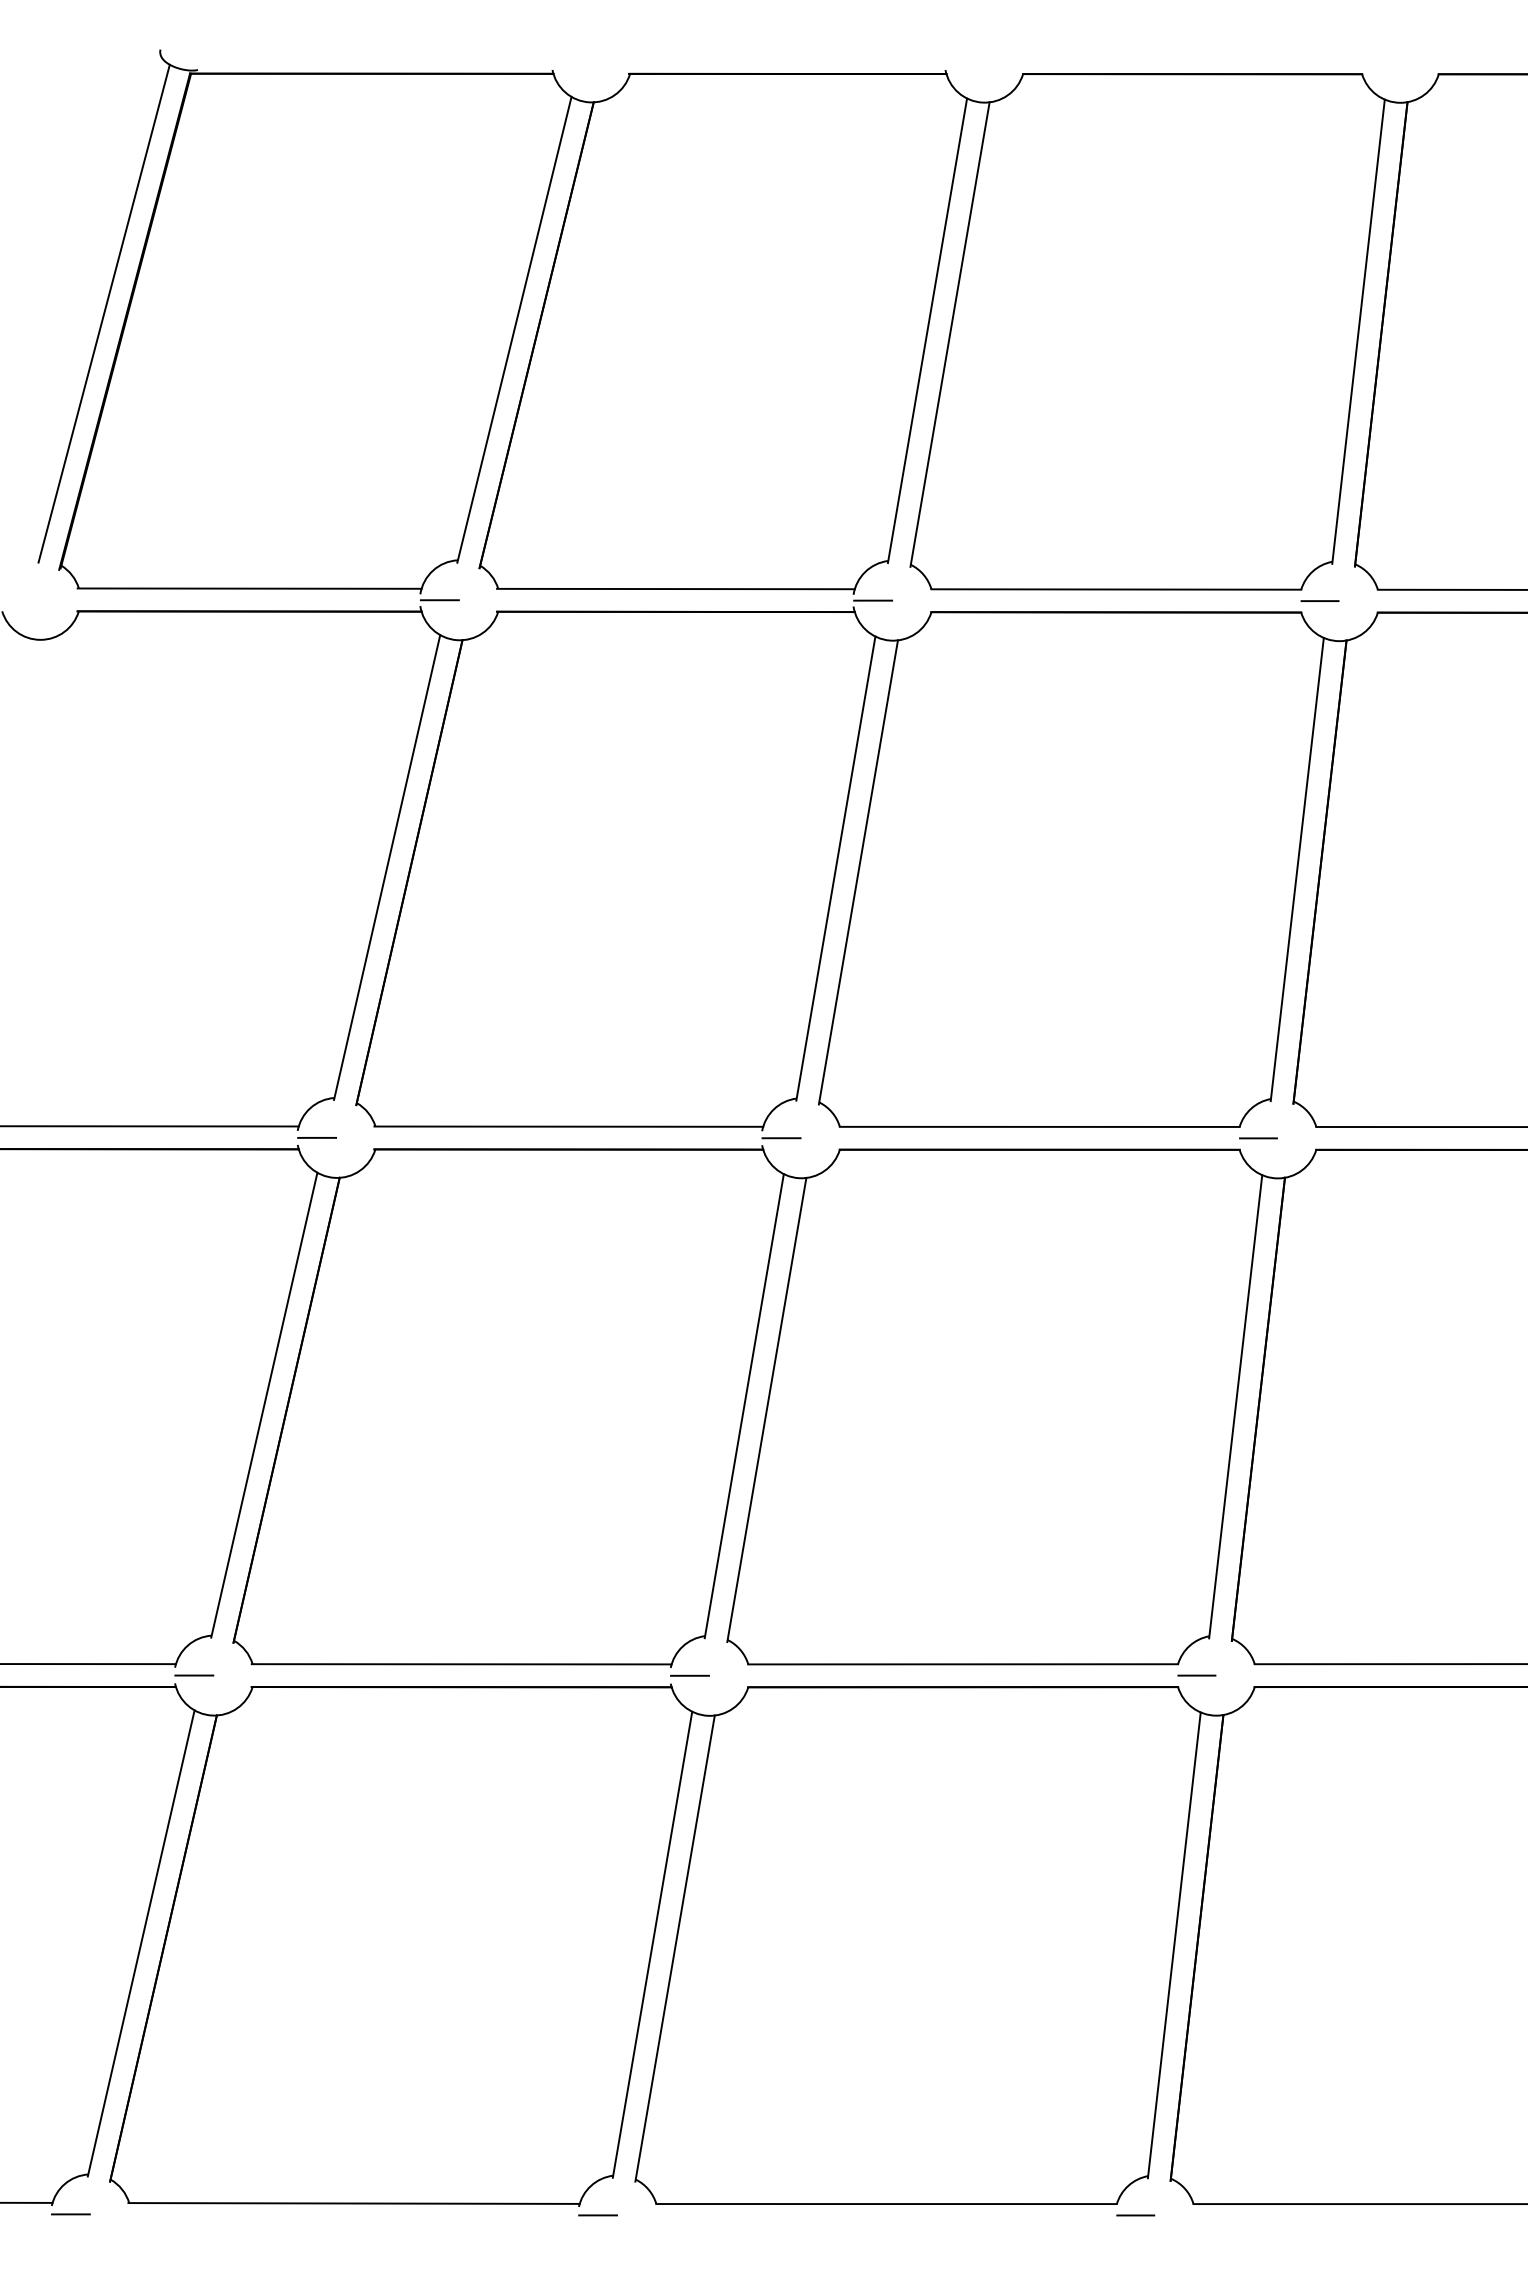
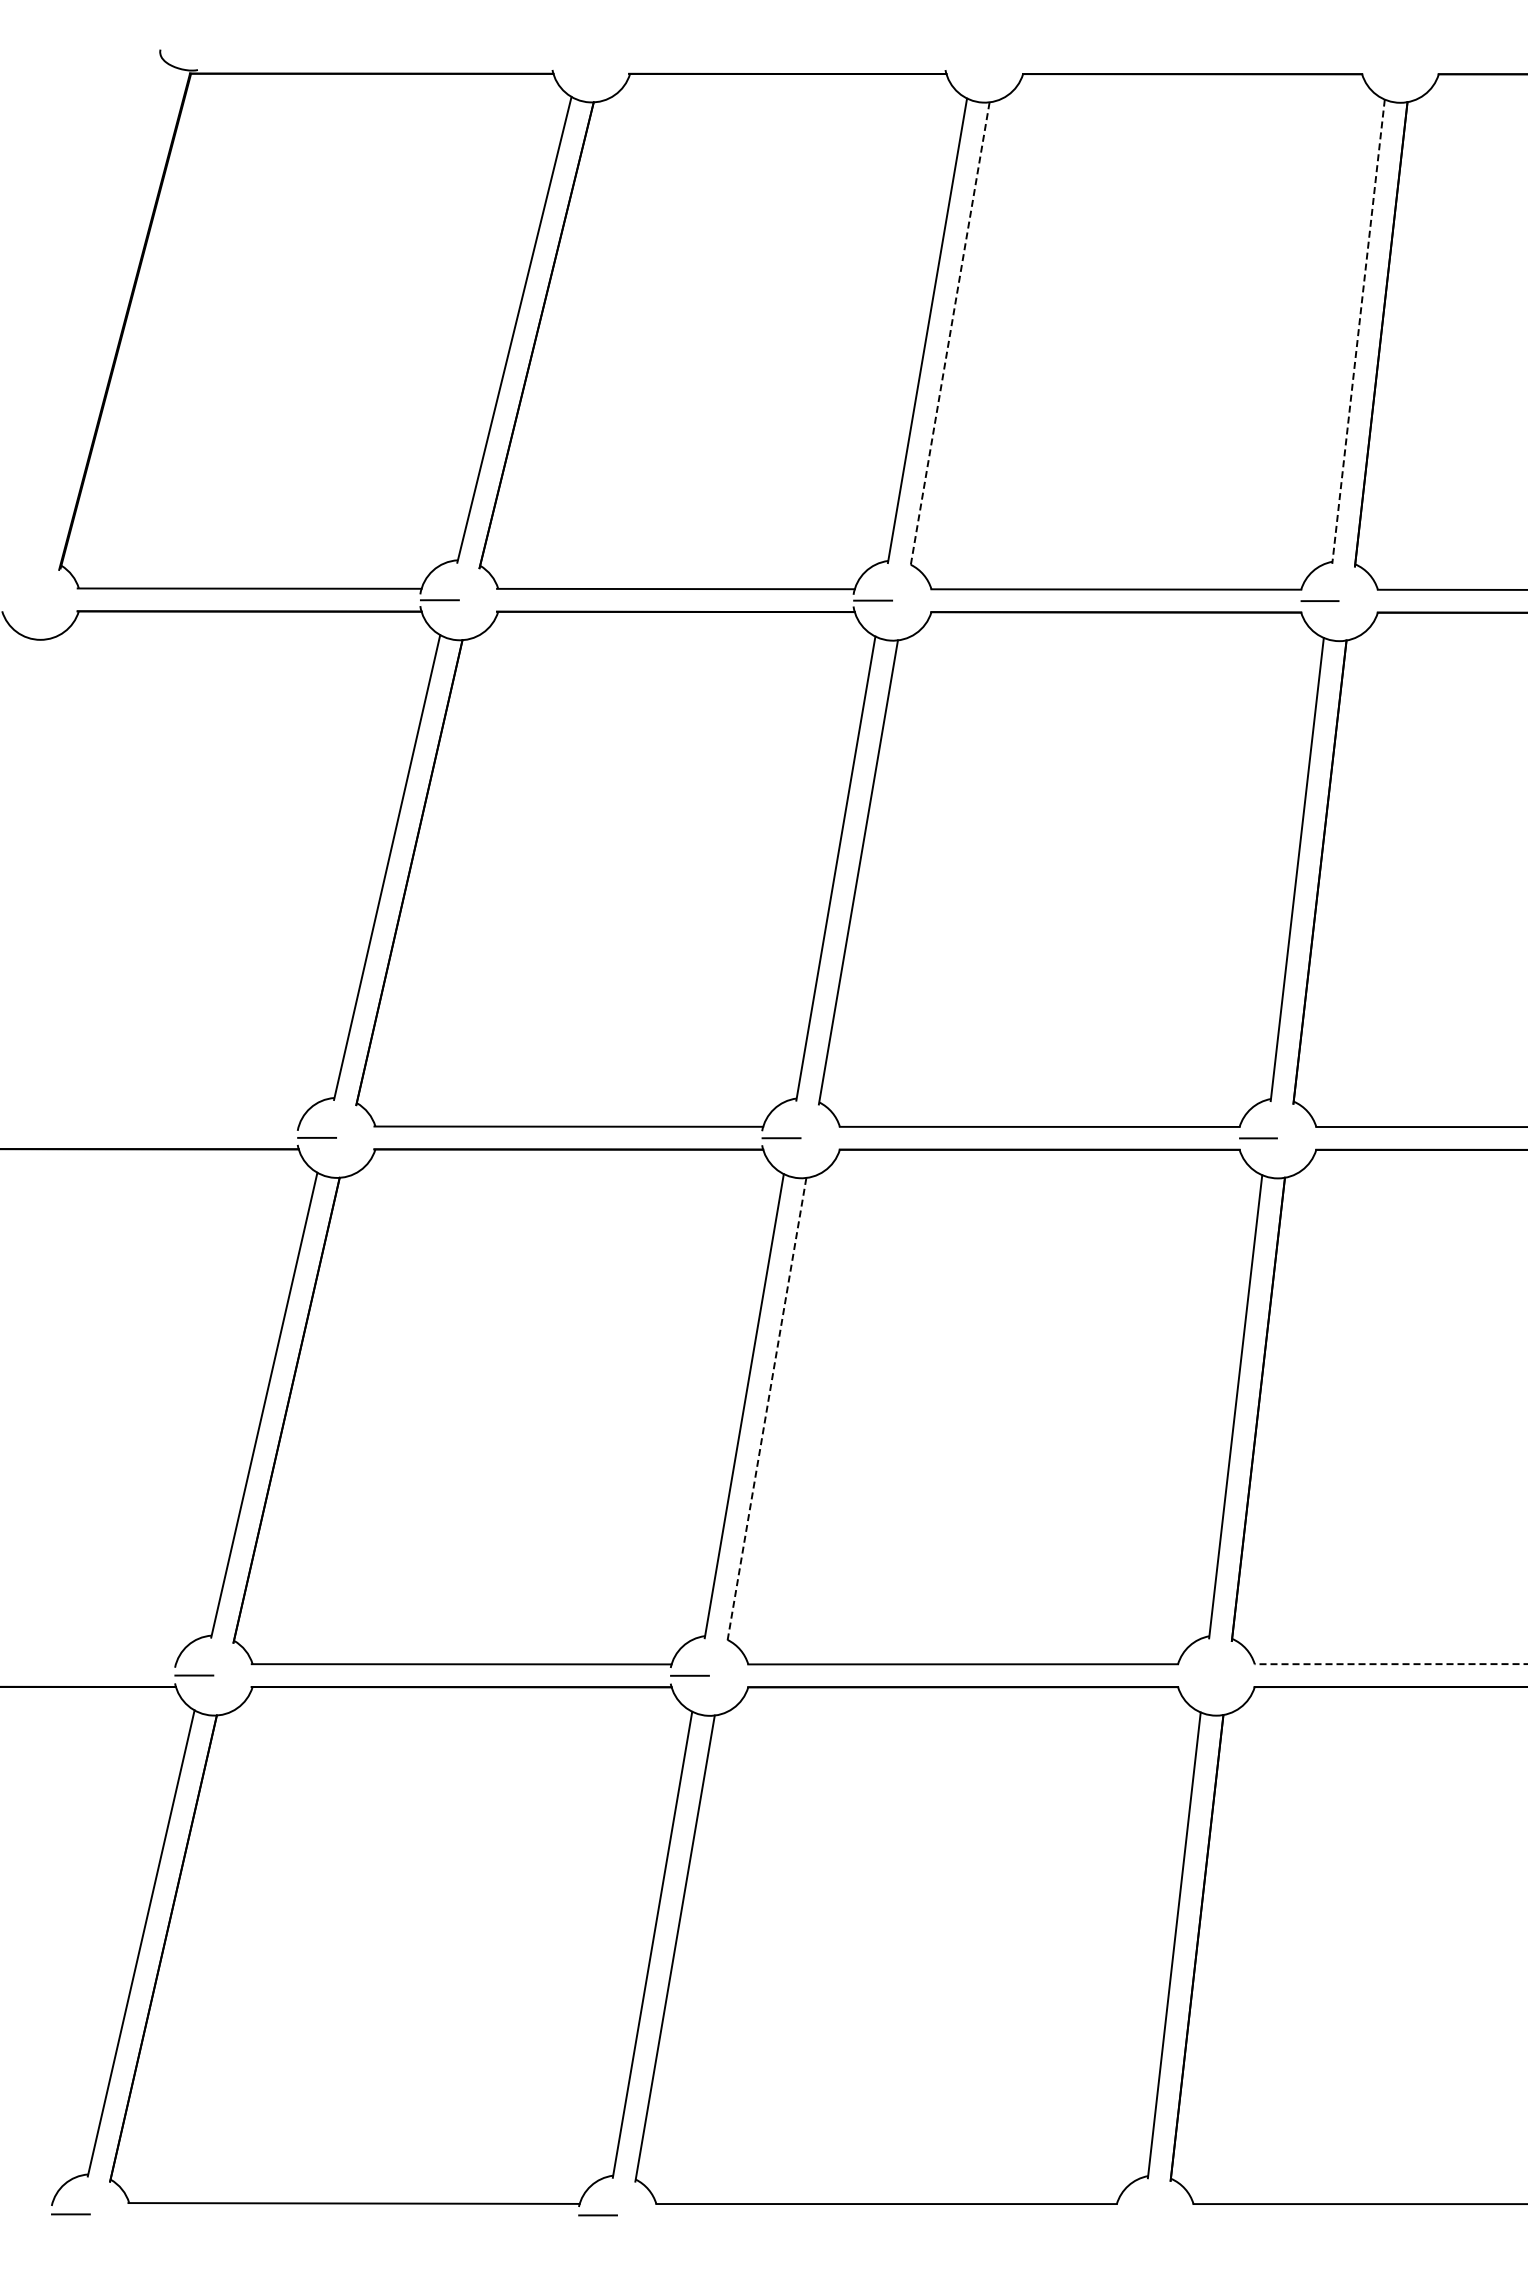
line at (103, 313): present -> none
line at (1358, 331): solid -> dashed
line at (950, 334): solid -> dashed
line at (150, 1126): present -> none
line at (766, 1410): solid -> dashed
line at (88, 1664): present -> none
line at (1390, 1664): solid -> dashed
line at (1196, 1675): present -> none
line at (27, 2202): present -> none
line at (1135, 2215): present -> none
